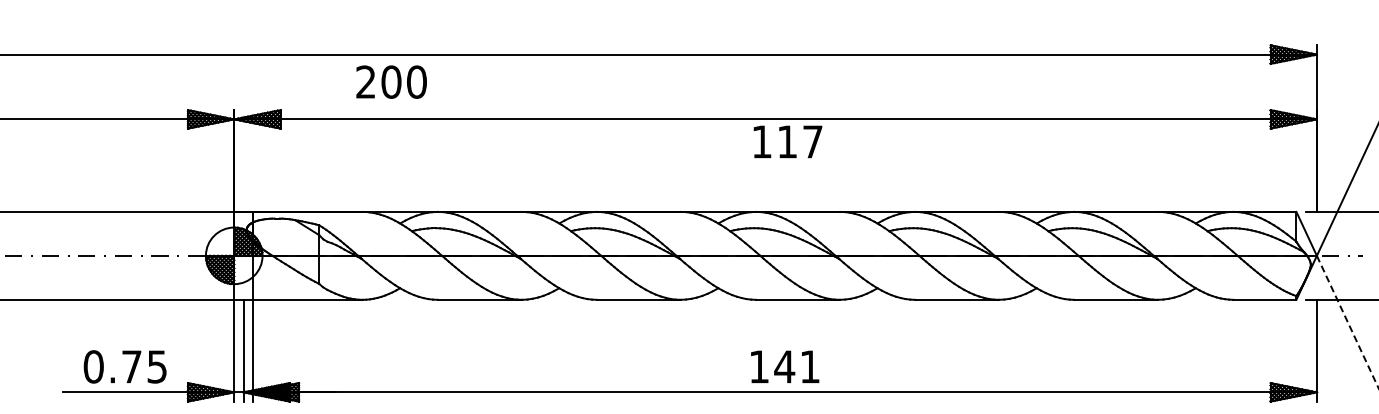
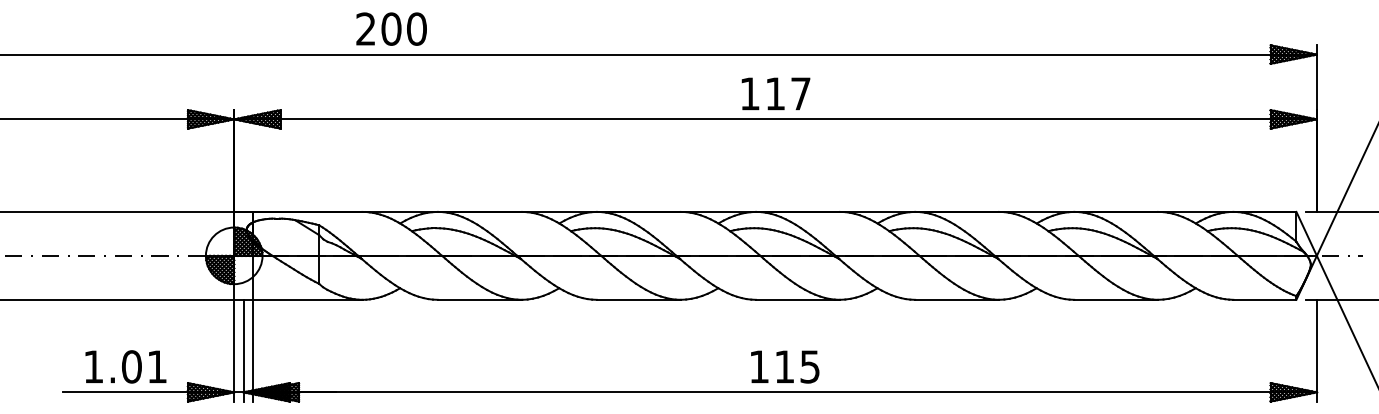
text at (391, 81) position: (391, 81) -> (391, 28)
text at (787, 141) position: (787, 141) -> (775, 93)
line at (1347, 322): dashed -> solid
text at (124, 366): 0.75 -> 1.01
text at (796, 366): 141 -> 115
